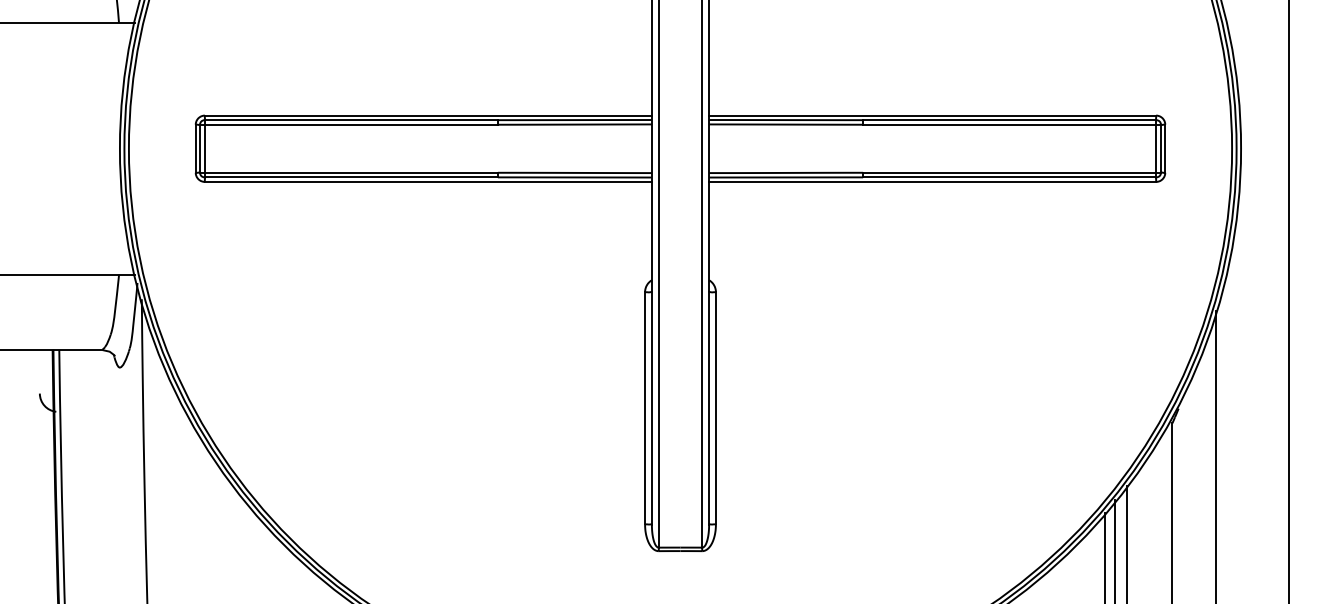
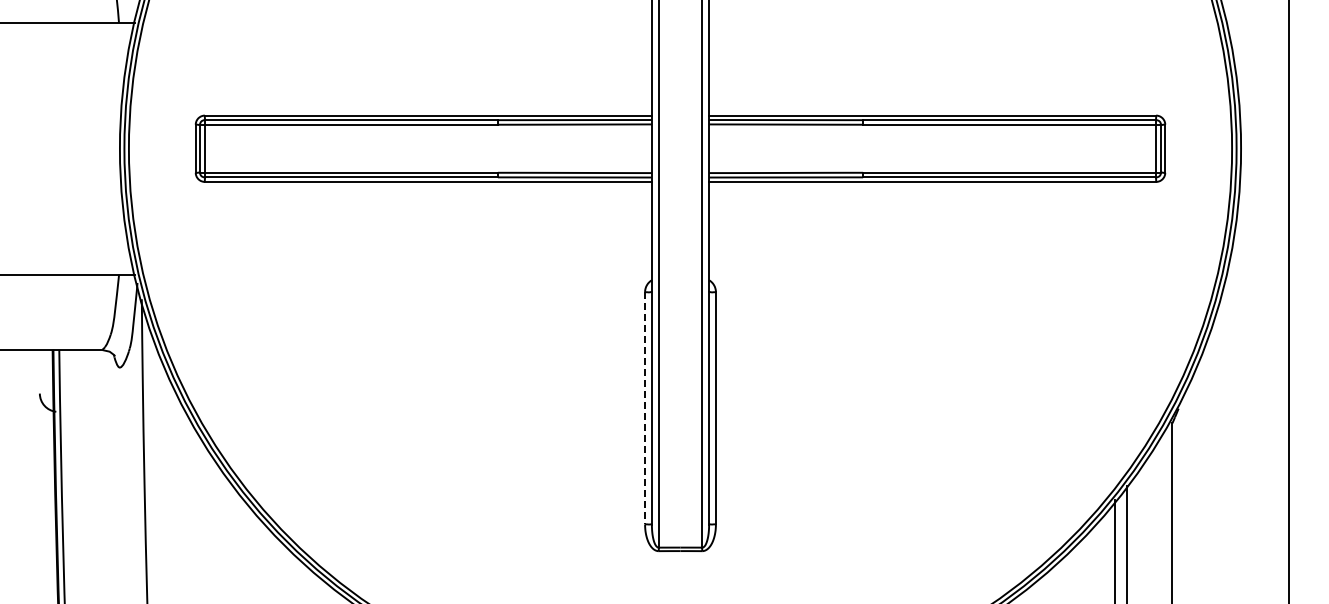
line at (645, 408): solid -> dashed
line at (1215, 455): present -> none
line at (1105, 556): present -> none
